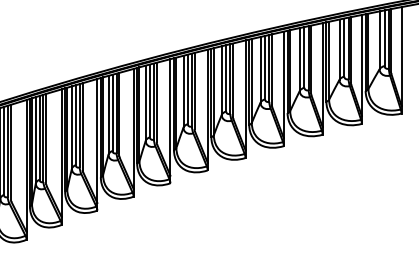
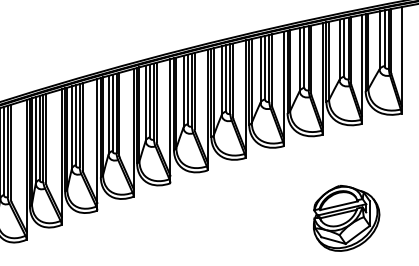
part at (346, 218): none -> present
